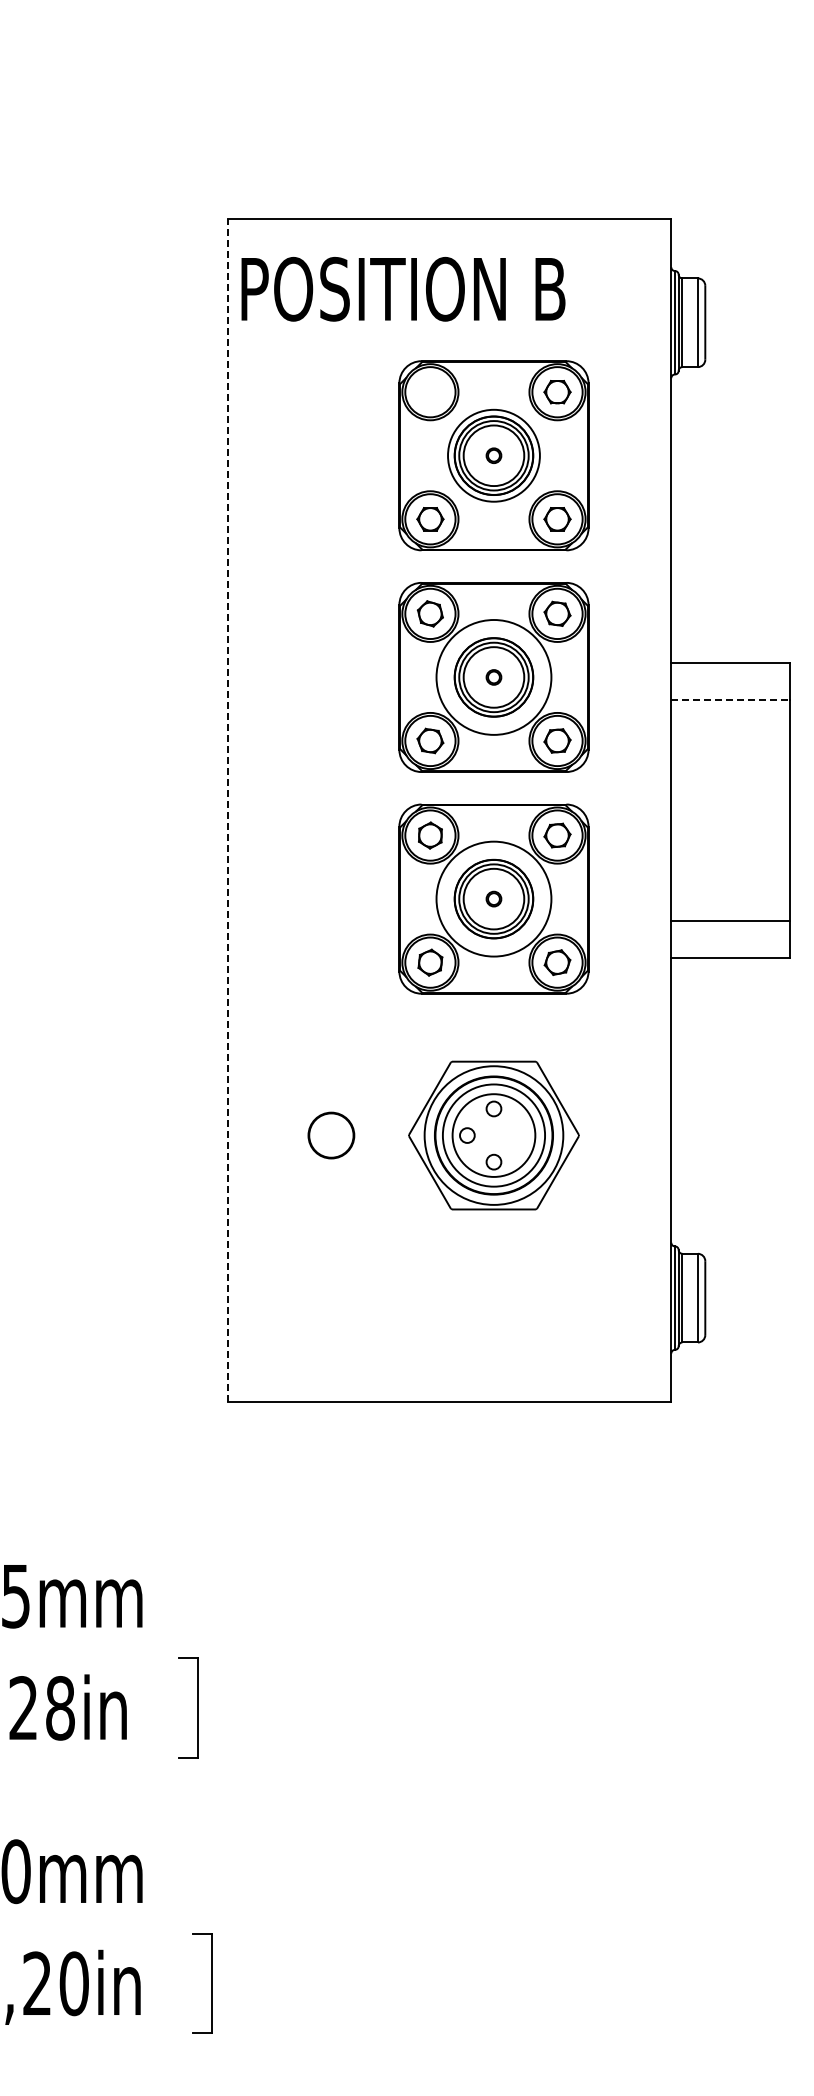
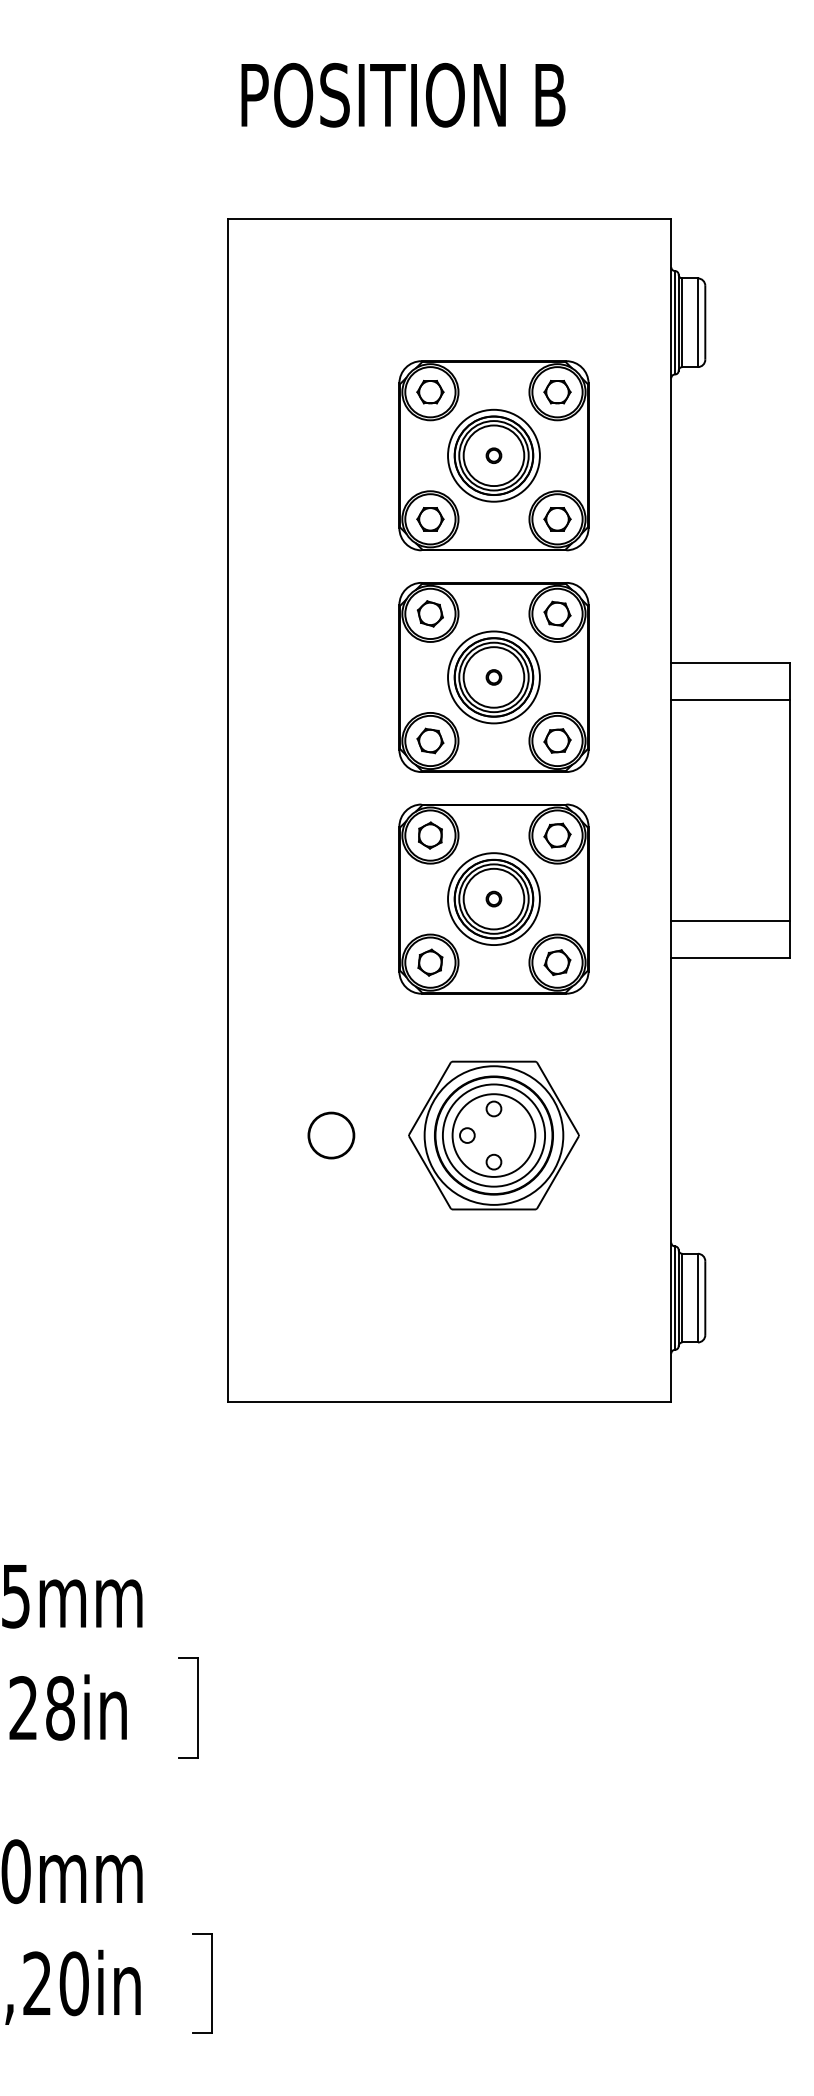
text at (403, 289) position: (403, 289) -> (403, 95)
part at (430, 392): none -> present
circle at (493, 677) diameter: 115 px -> 92 px
line at (730, 699): dashed -> solid
line at (227, 809): dashed -> solid
circle at (493, 898) diameter: 115 px -> 92 px
